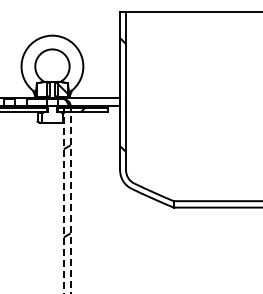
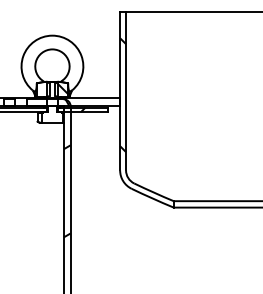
line at (70, 199): dashed -> solid
line at (63, 200): dashed -> solid
